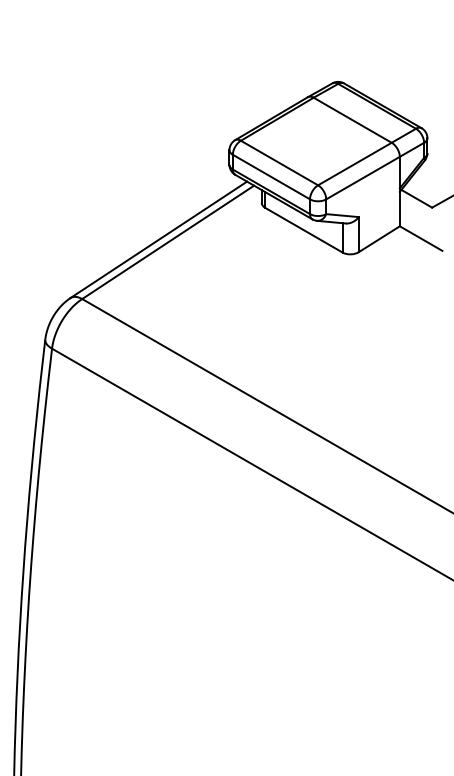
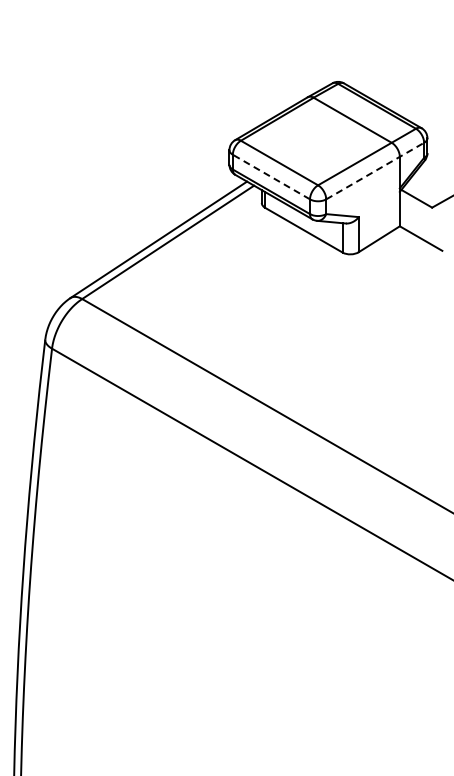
line at (375, 171): solid -> dashed
line at (271, 177): solid -> dashed
